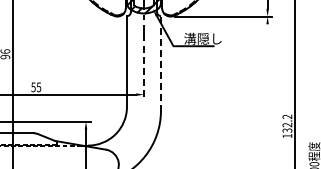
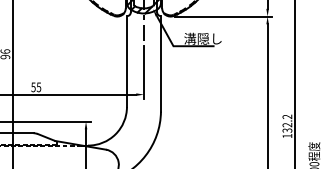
line at (160, 63): dashed -> solid
line at (143, 72): dashed -> solid
line at (267, 94): none -> present
